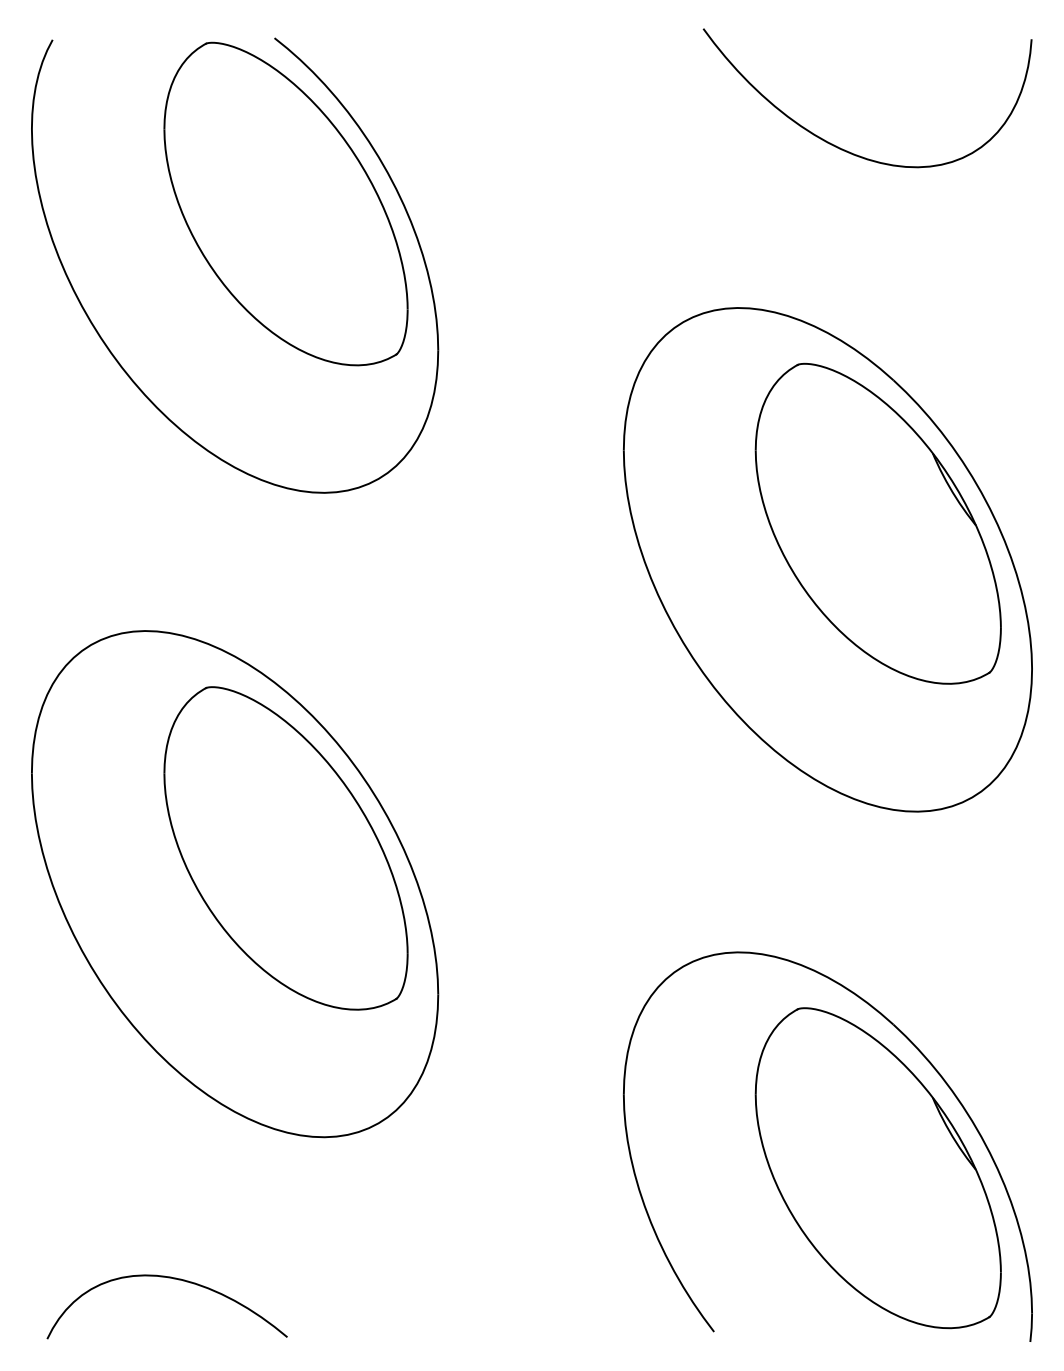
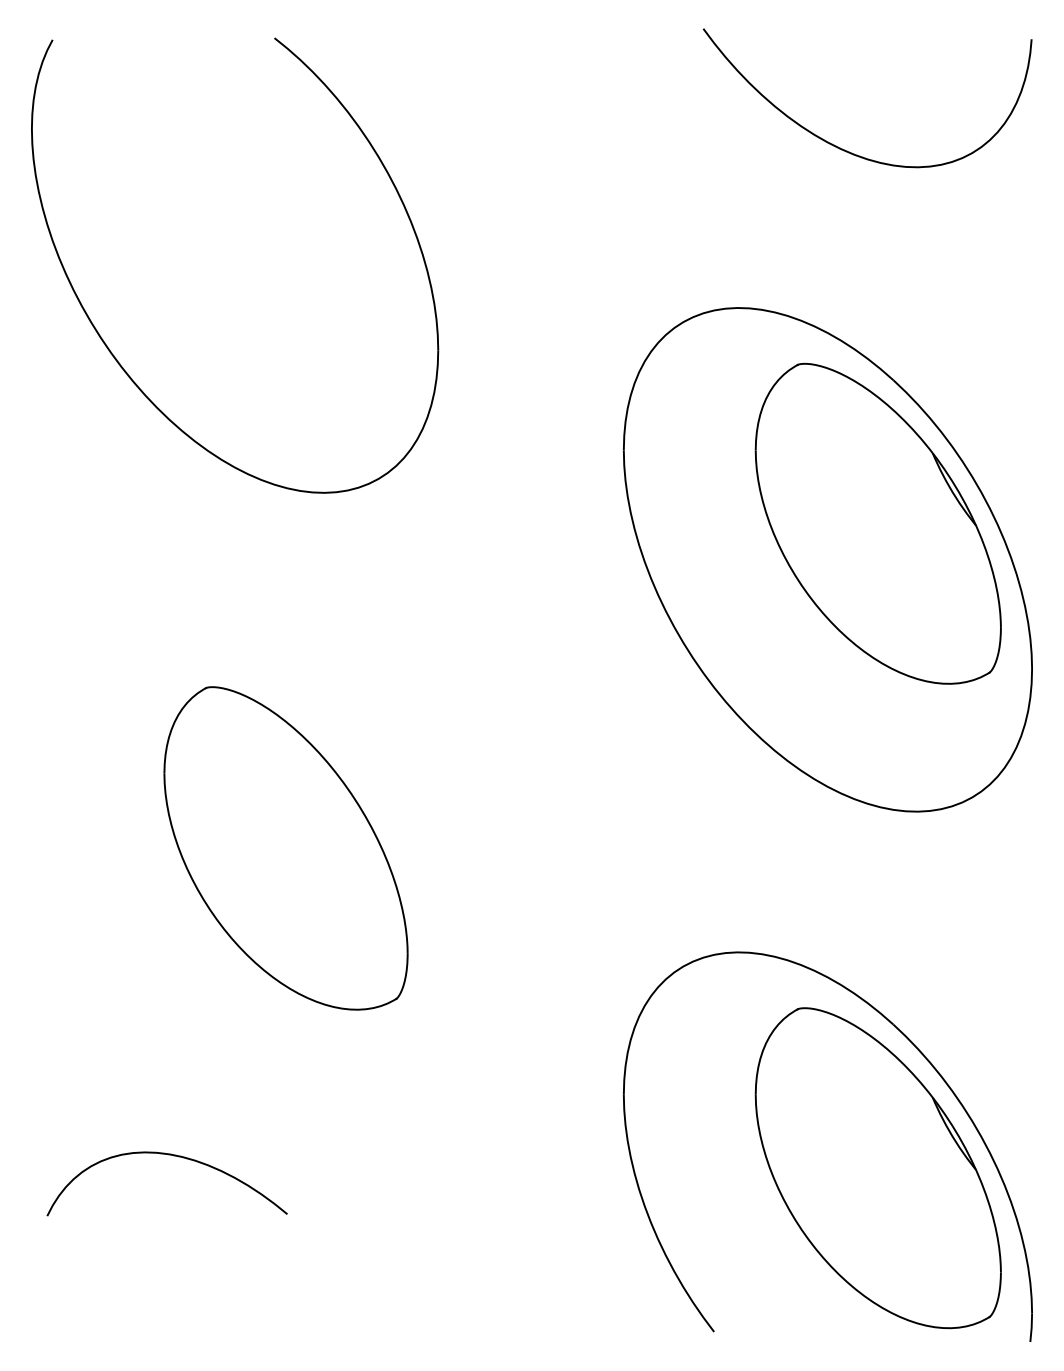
part at (285, 203): present -> none
part at (235, 884): present -> none
curve at (173, 1279) position: (173, 1279) -> (173, 1156)
